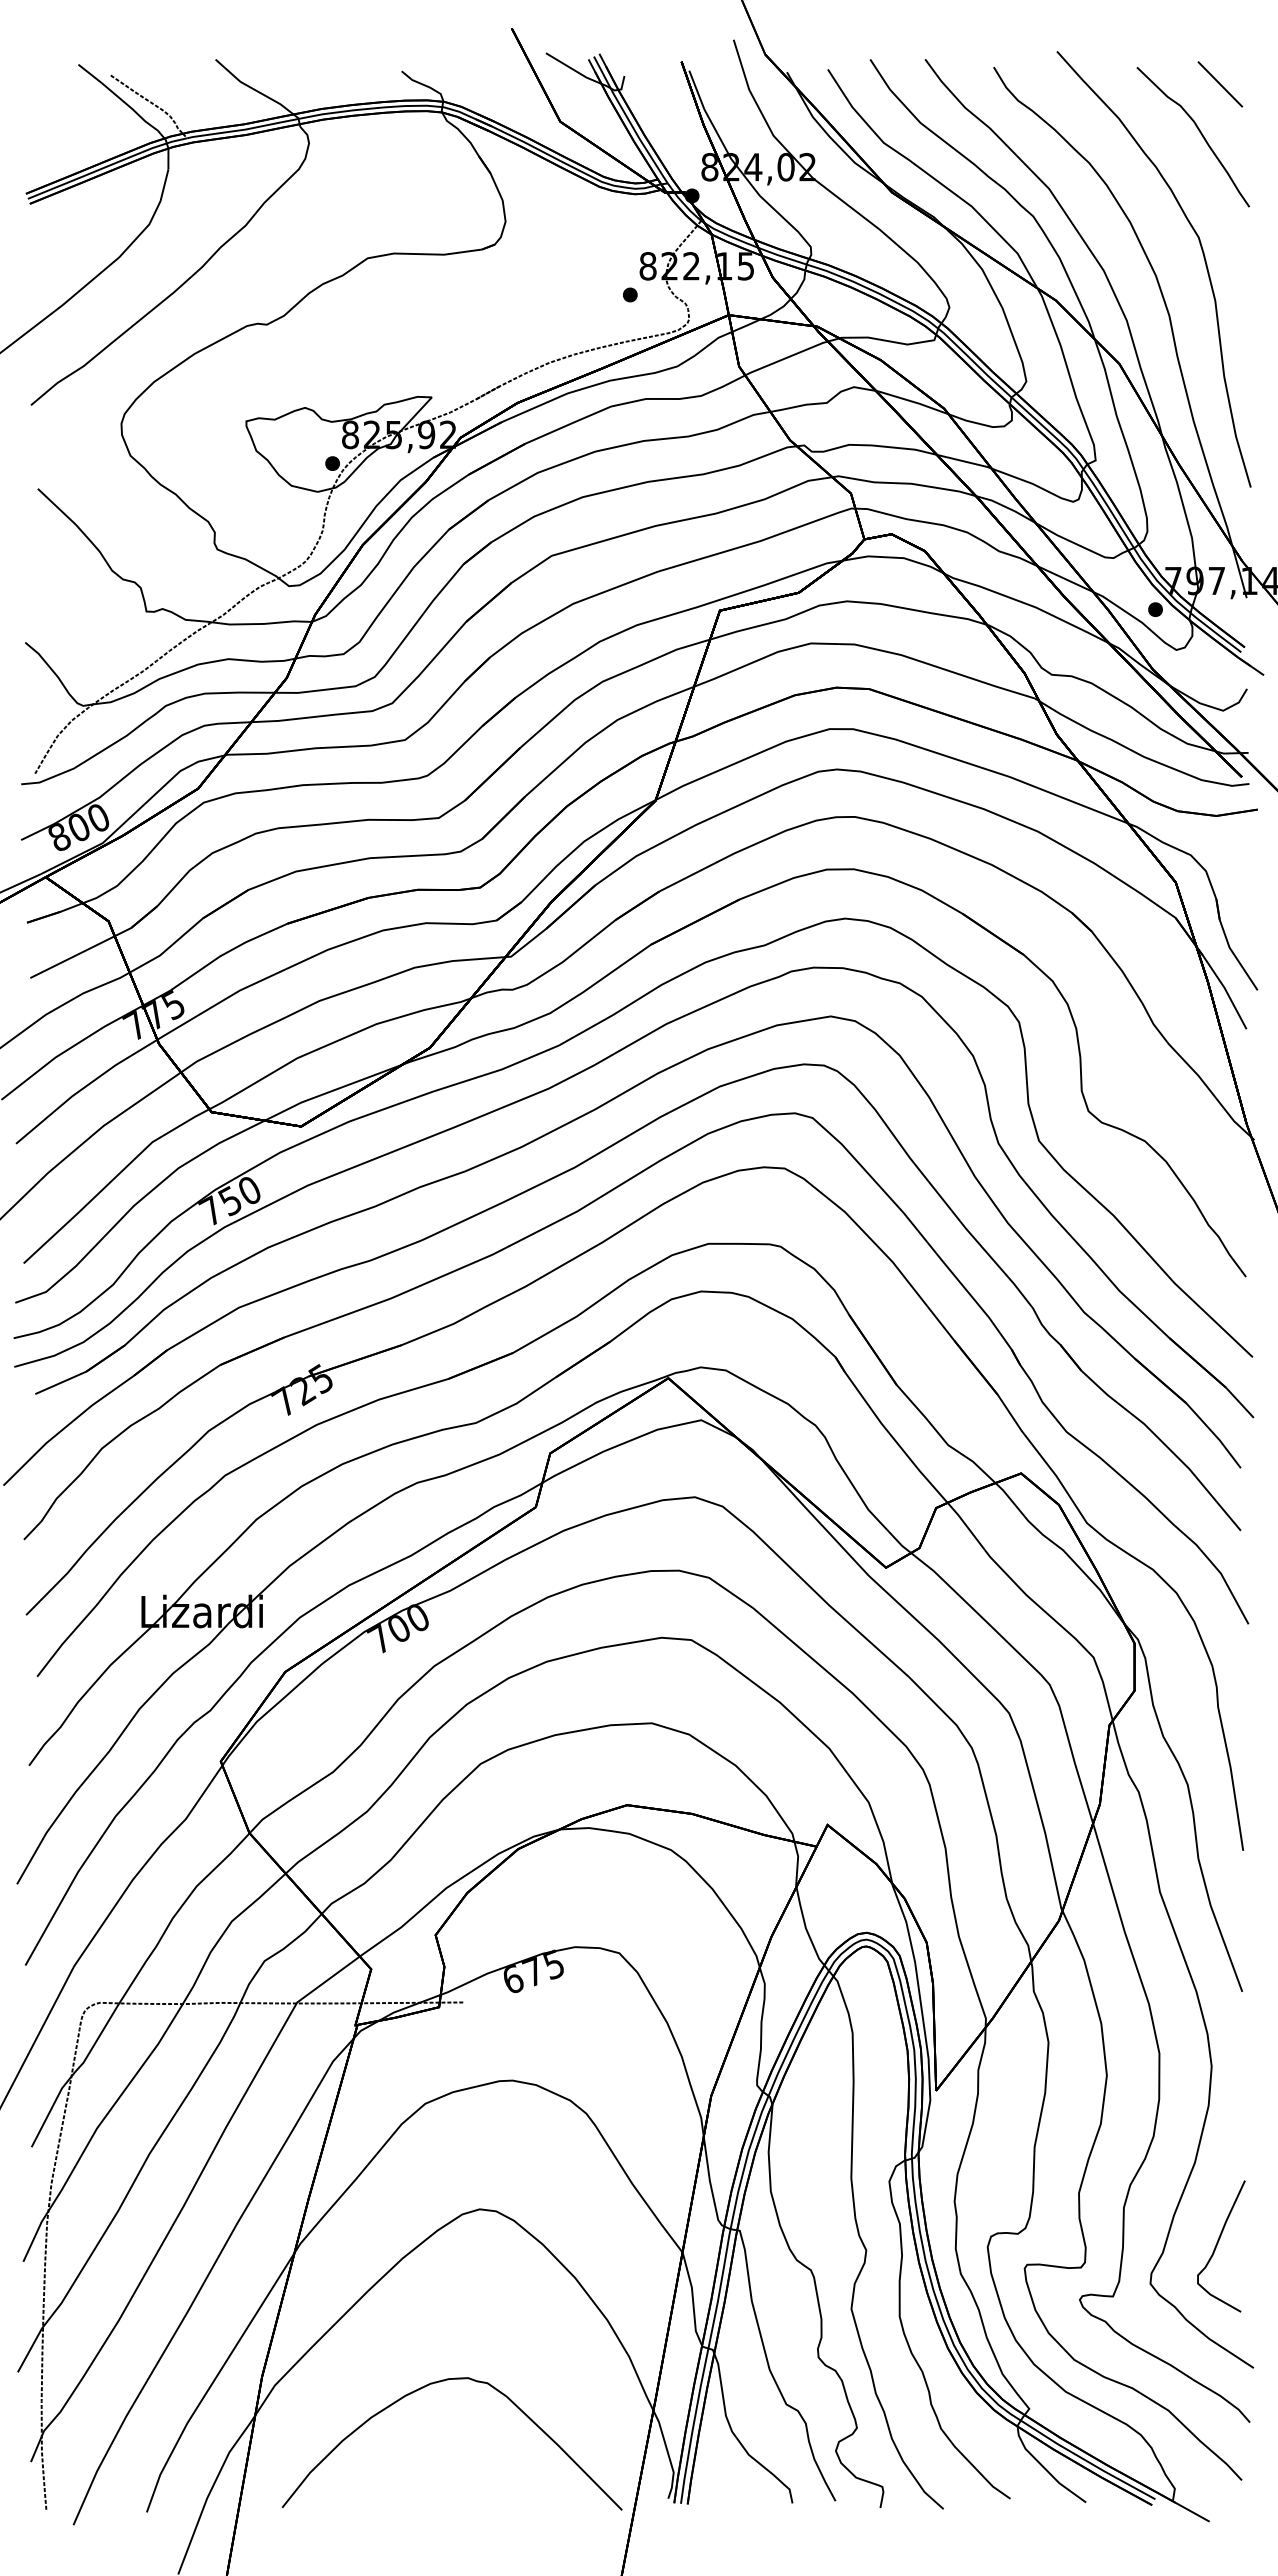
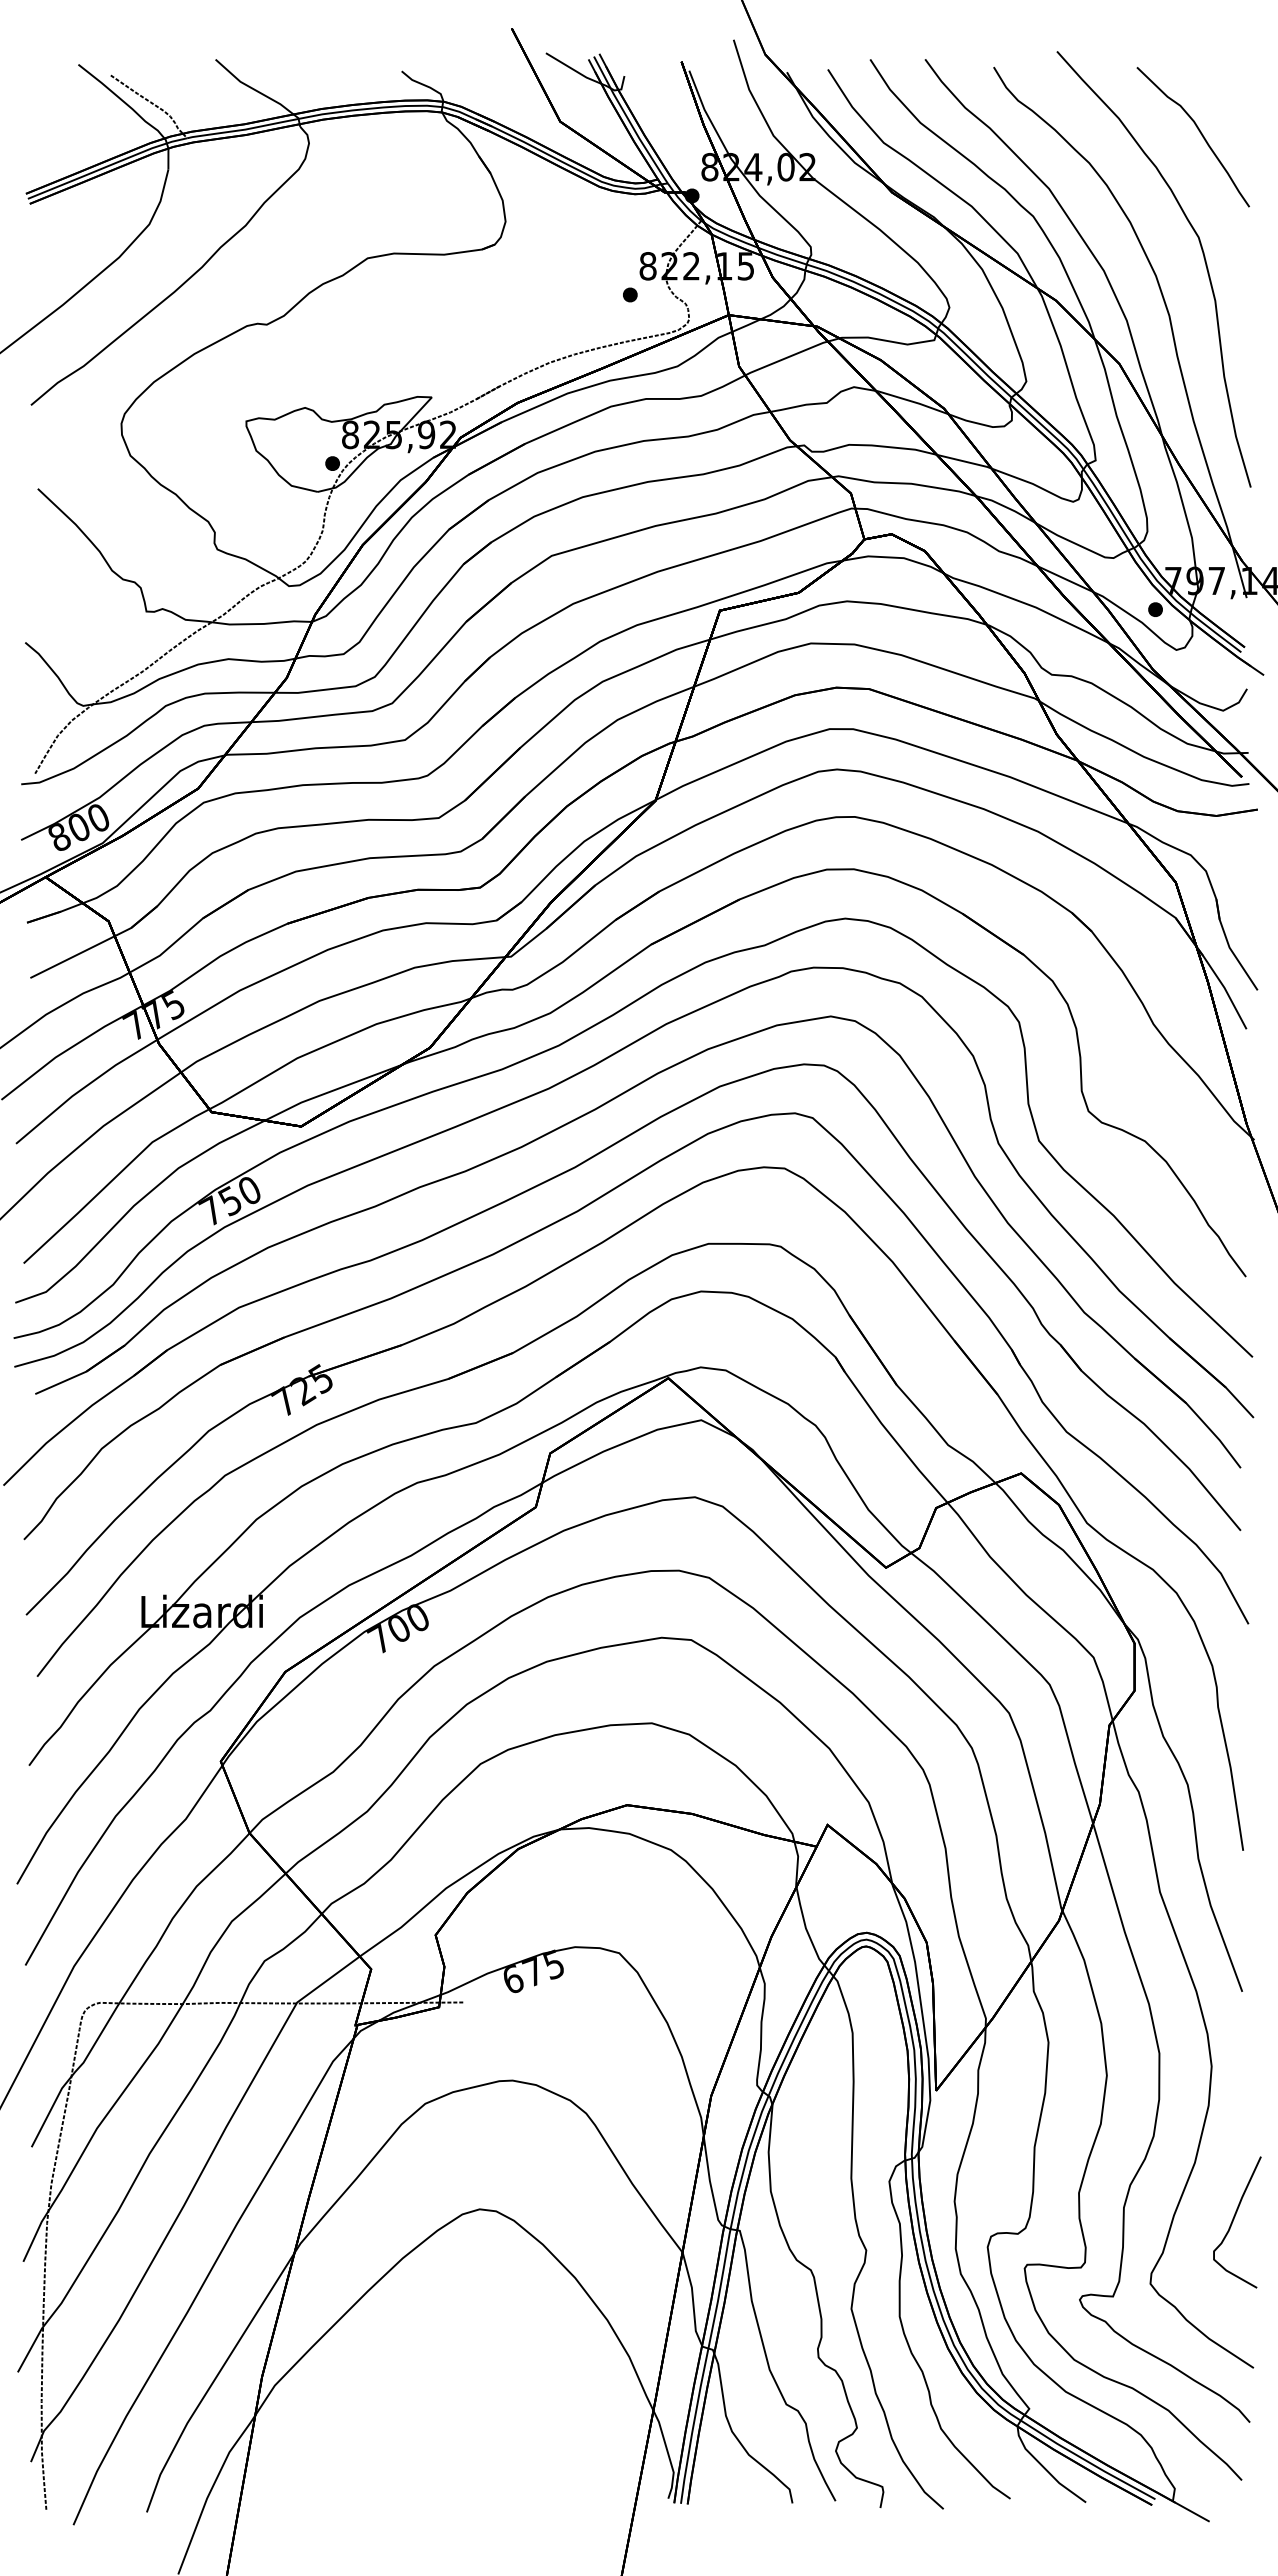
line at (1220, 84): present -> none
curve at (1217, 2245) position: (1217, 2245) -> (1233, 2221)
part at (423, 2388): present -> none
